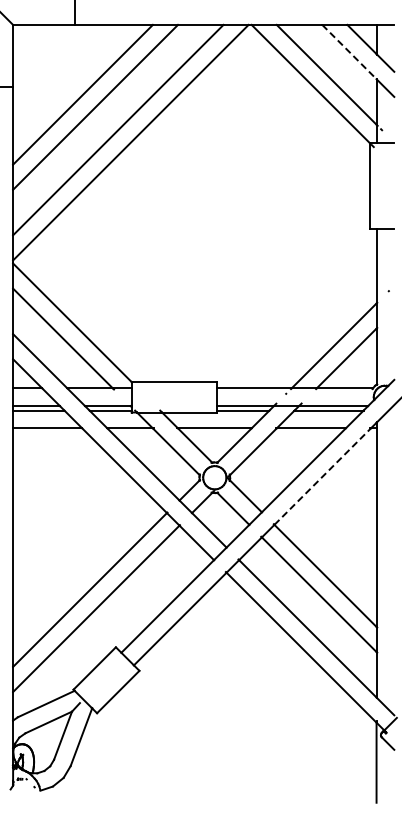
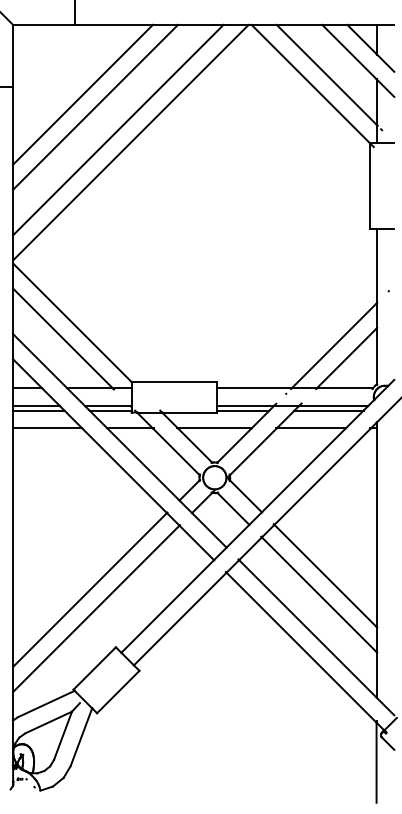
line at (349, 52): dashed -> solid
line at (323, 476): dashed -> solid
